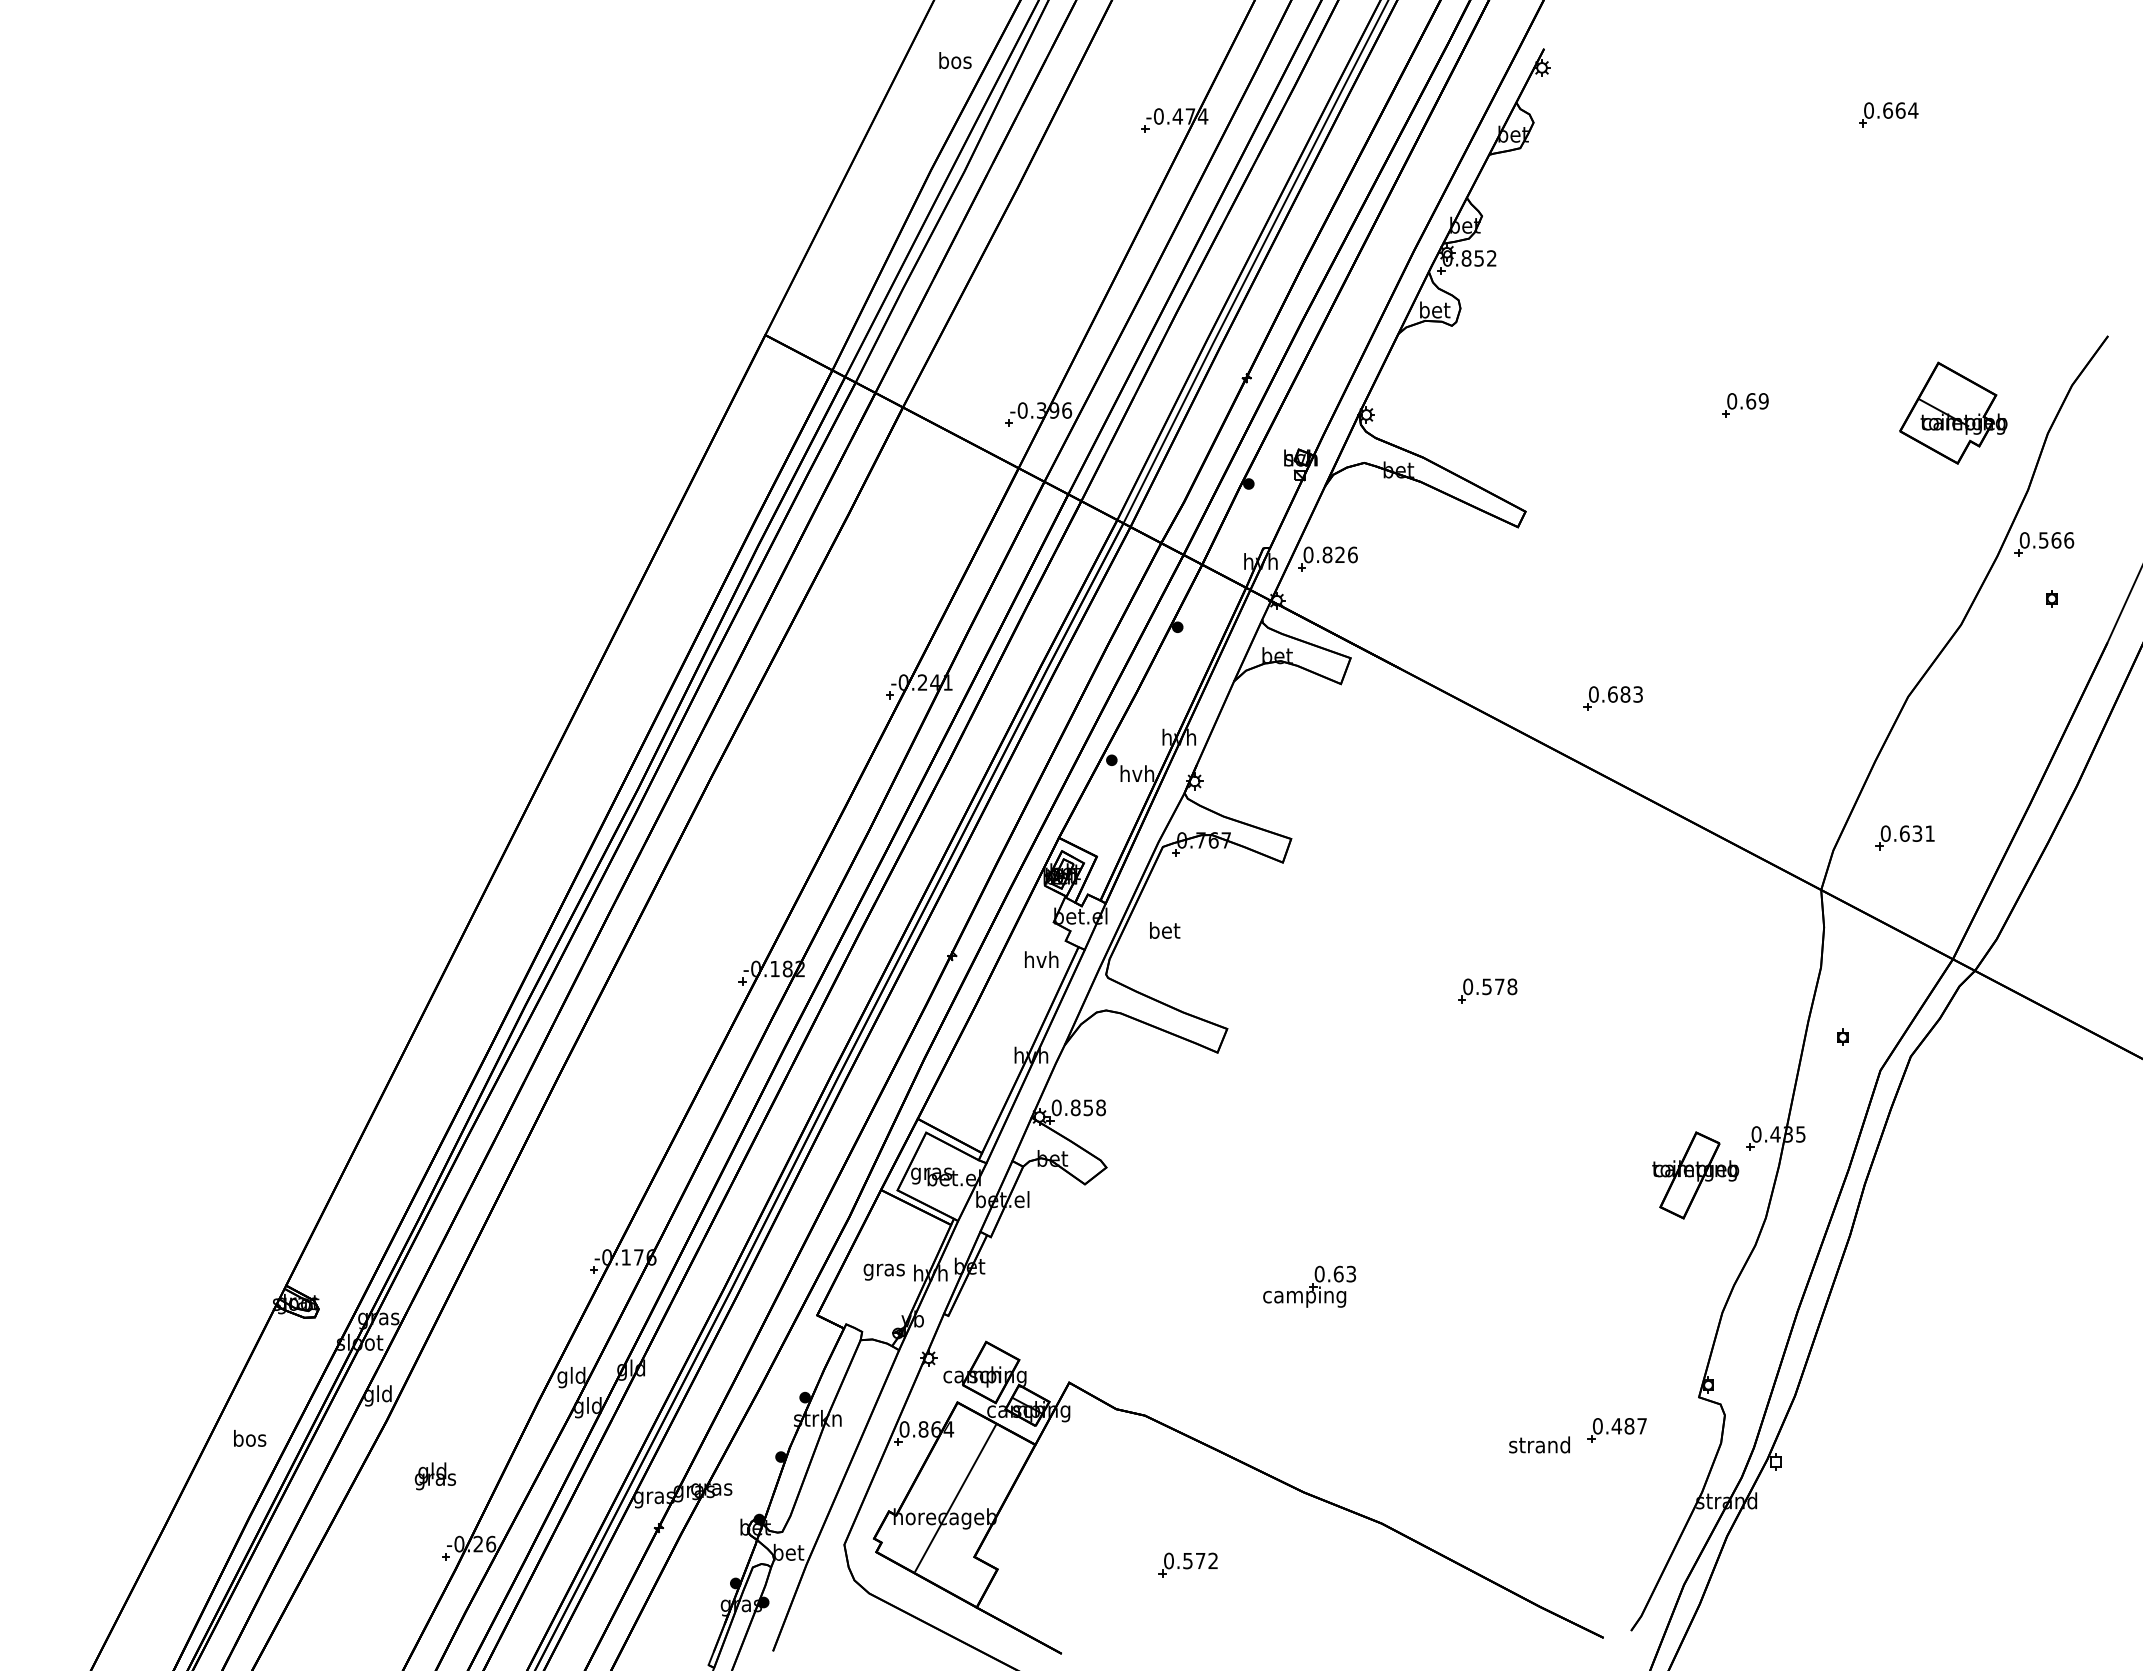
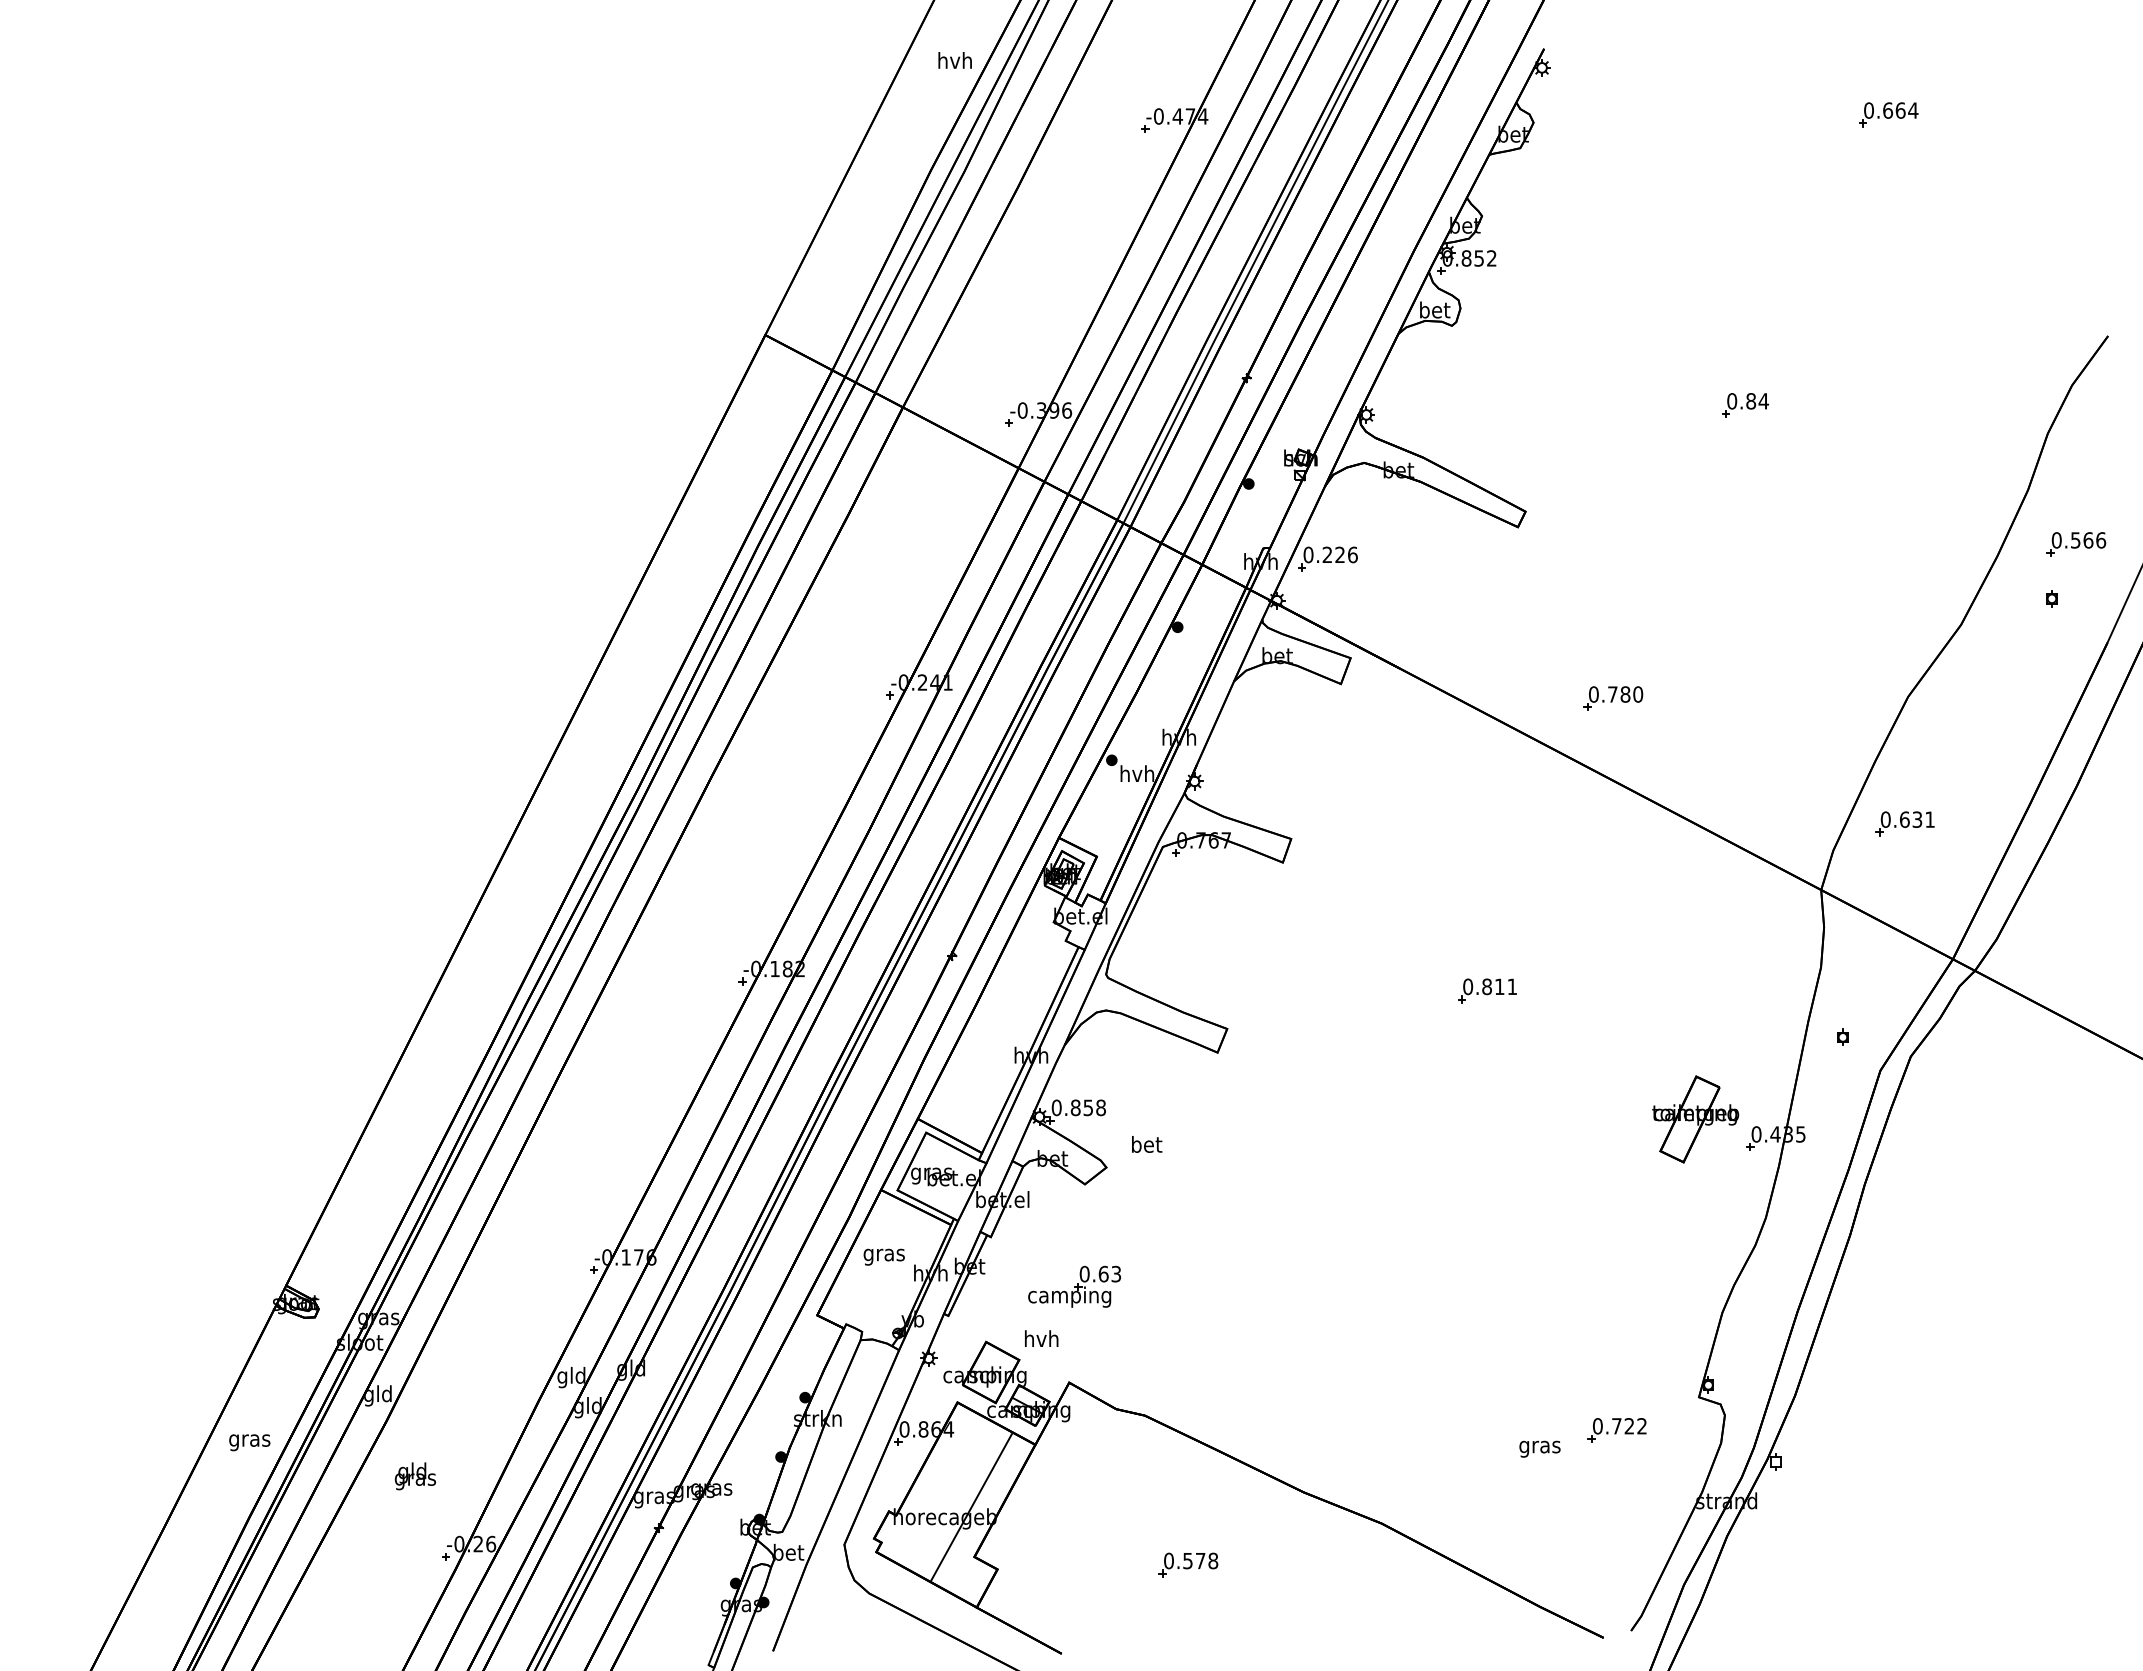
text at (954, 60): bos -> hvh
text at (1757, 401): 0.69 -> 0.84
part at (1953, 412): present -> none
part at (2044, 544) position: (2044, 544) -> (2076, 544)
text at (1327, 554): 0.826 -> 0.226
text at (1625, 694): 0.683 -> 0.780
part at (1904, 837) position: (1904, 837) -> (1904, 823)
text at (1165, 930) position: (1165, 930) -> (1147, 1144)
text at (1041, 959) position: (1041, 959) -> (1041, 1338)
text at (1499, 986): 0.578 -> 0.811
part at (1695, 1175) position: (1695, 1175) -> (1695, 1119)
text at (883, 1271) position: (883, 1271) -> (883, 1256)
part at (1309, 1286) position: (1309, 1286) -> (1074, 1286)
text at (1628, 1426): 0.487 -> 0.722
text at (249, 1440): bos -> gras
text at (1539, 1446): strand -> gras
text at (434, 1476) position: (434, 1476) -> (414, 1476)
line at (955, 1498) position: (955, 1498) -> (971, 1507)
text at (1213, 1560): 0.572 -> 0.578
